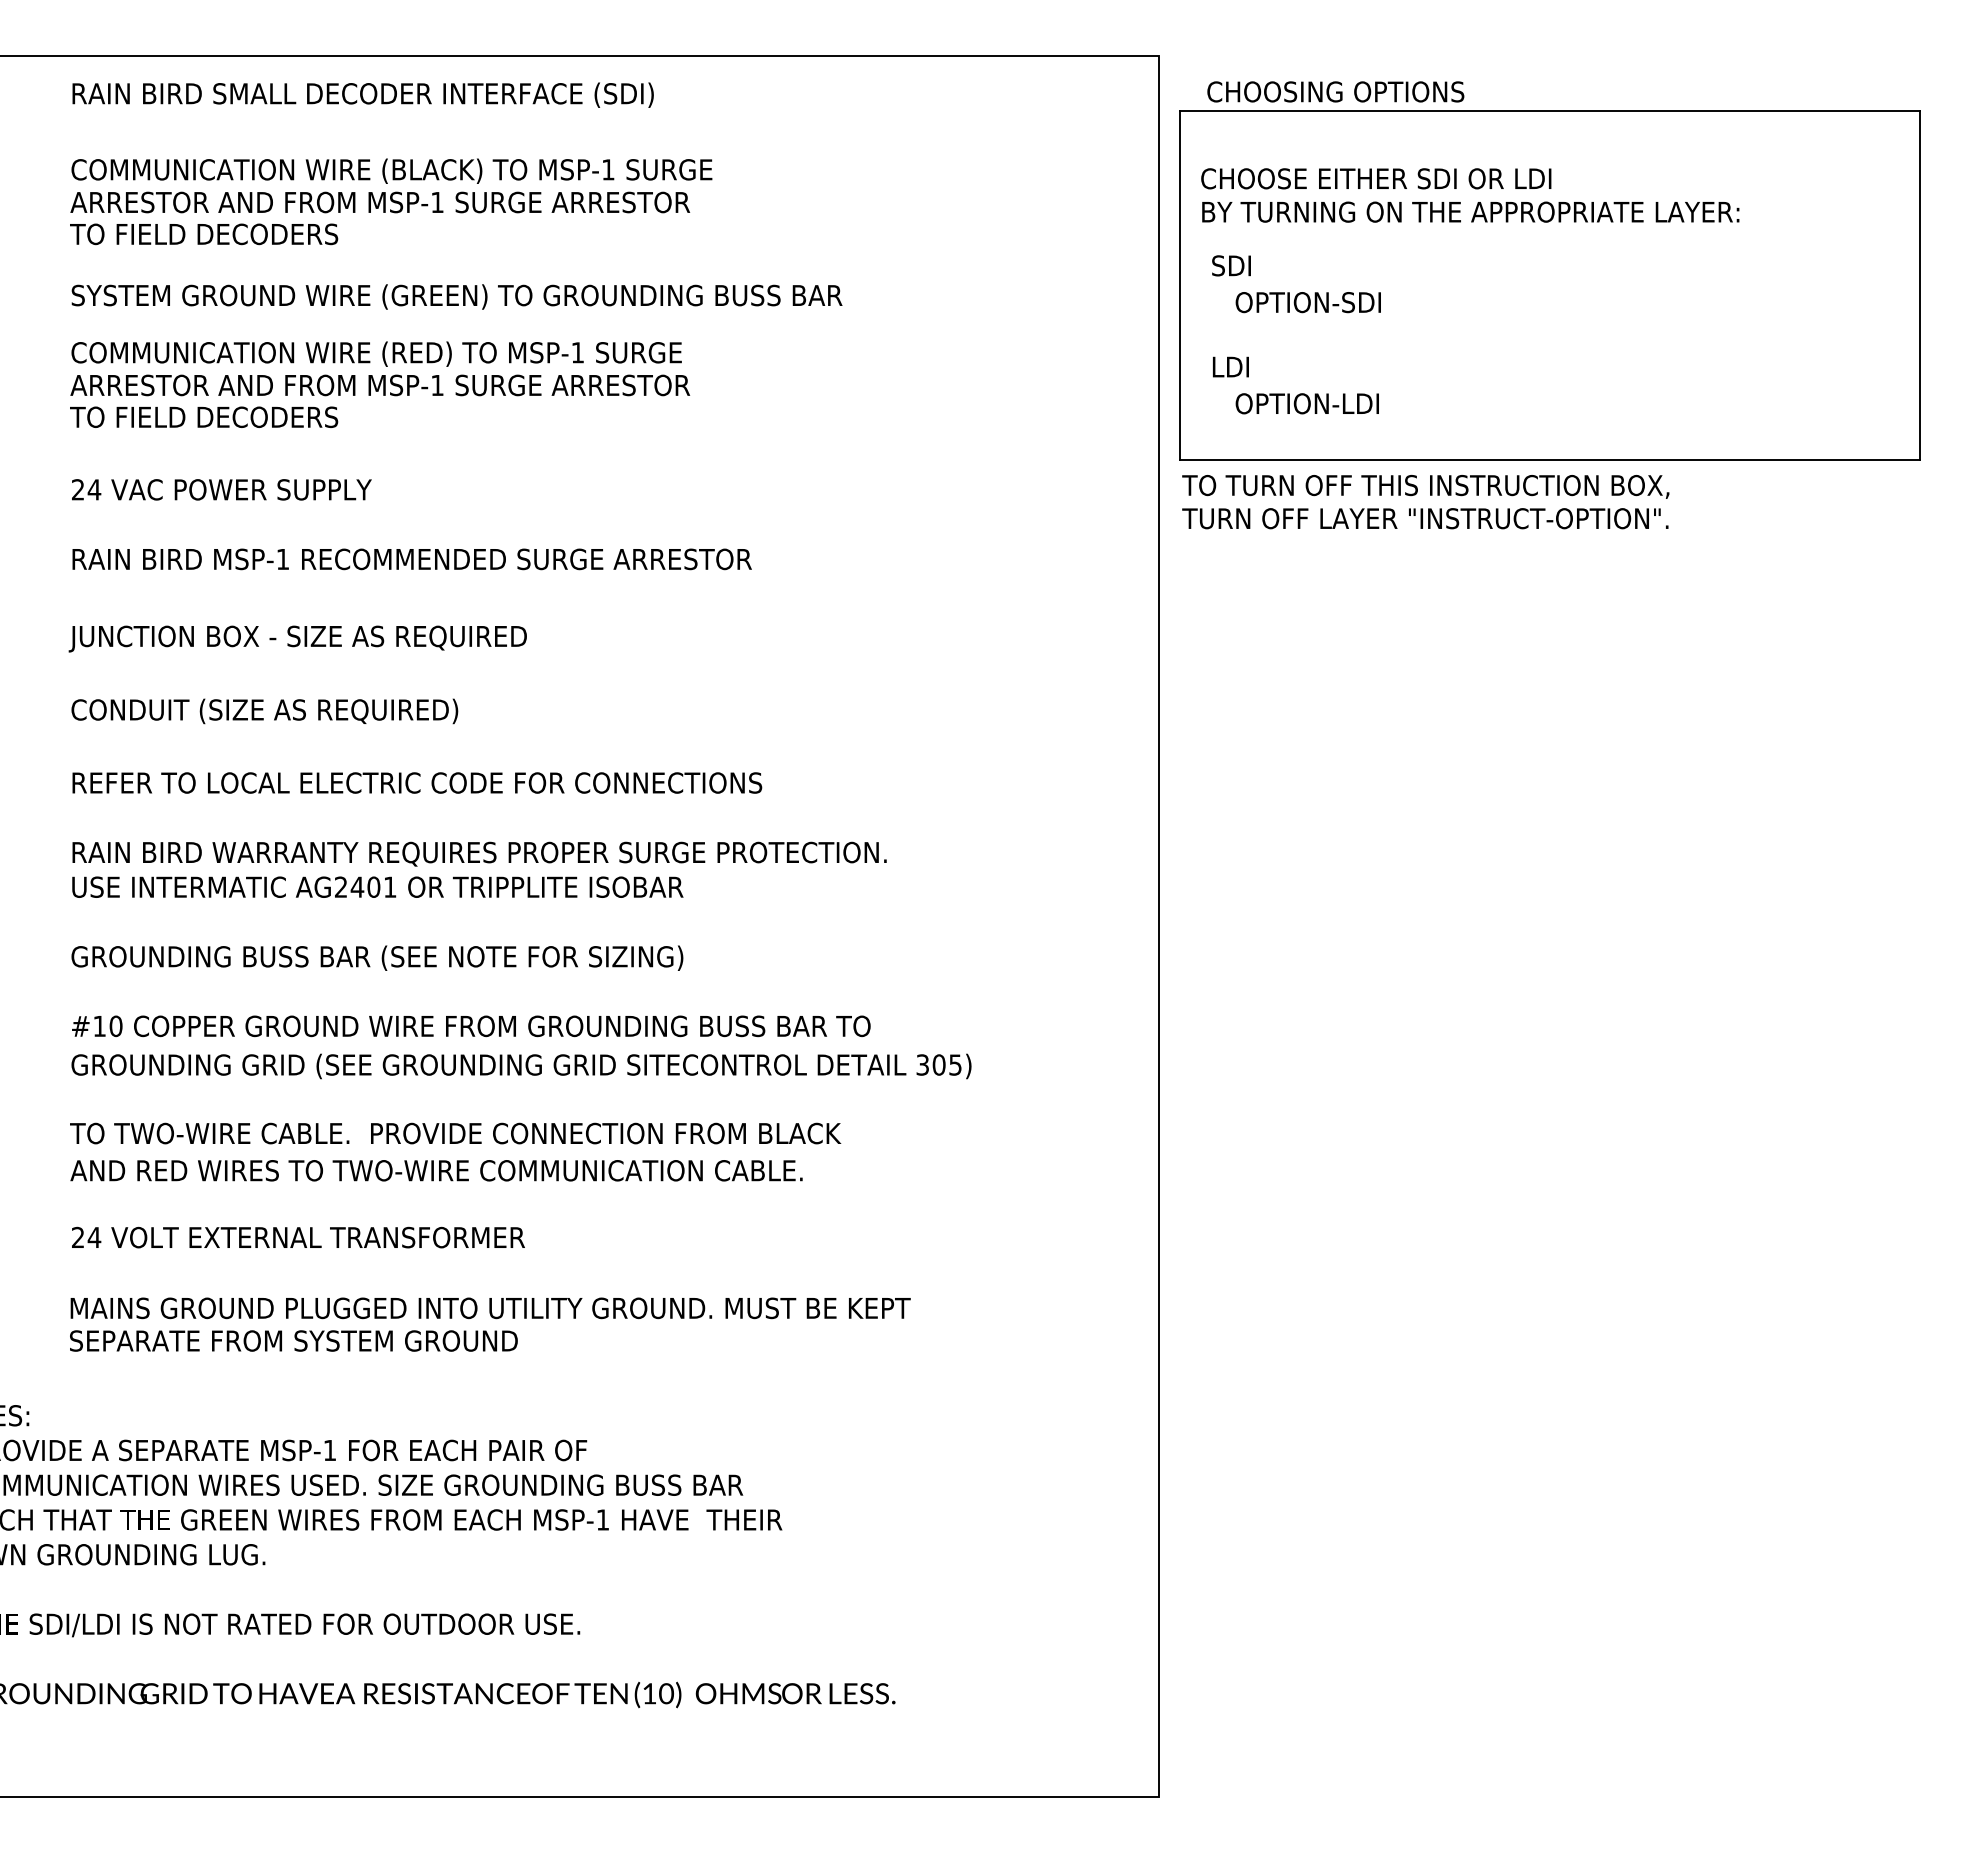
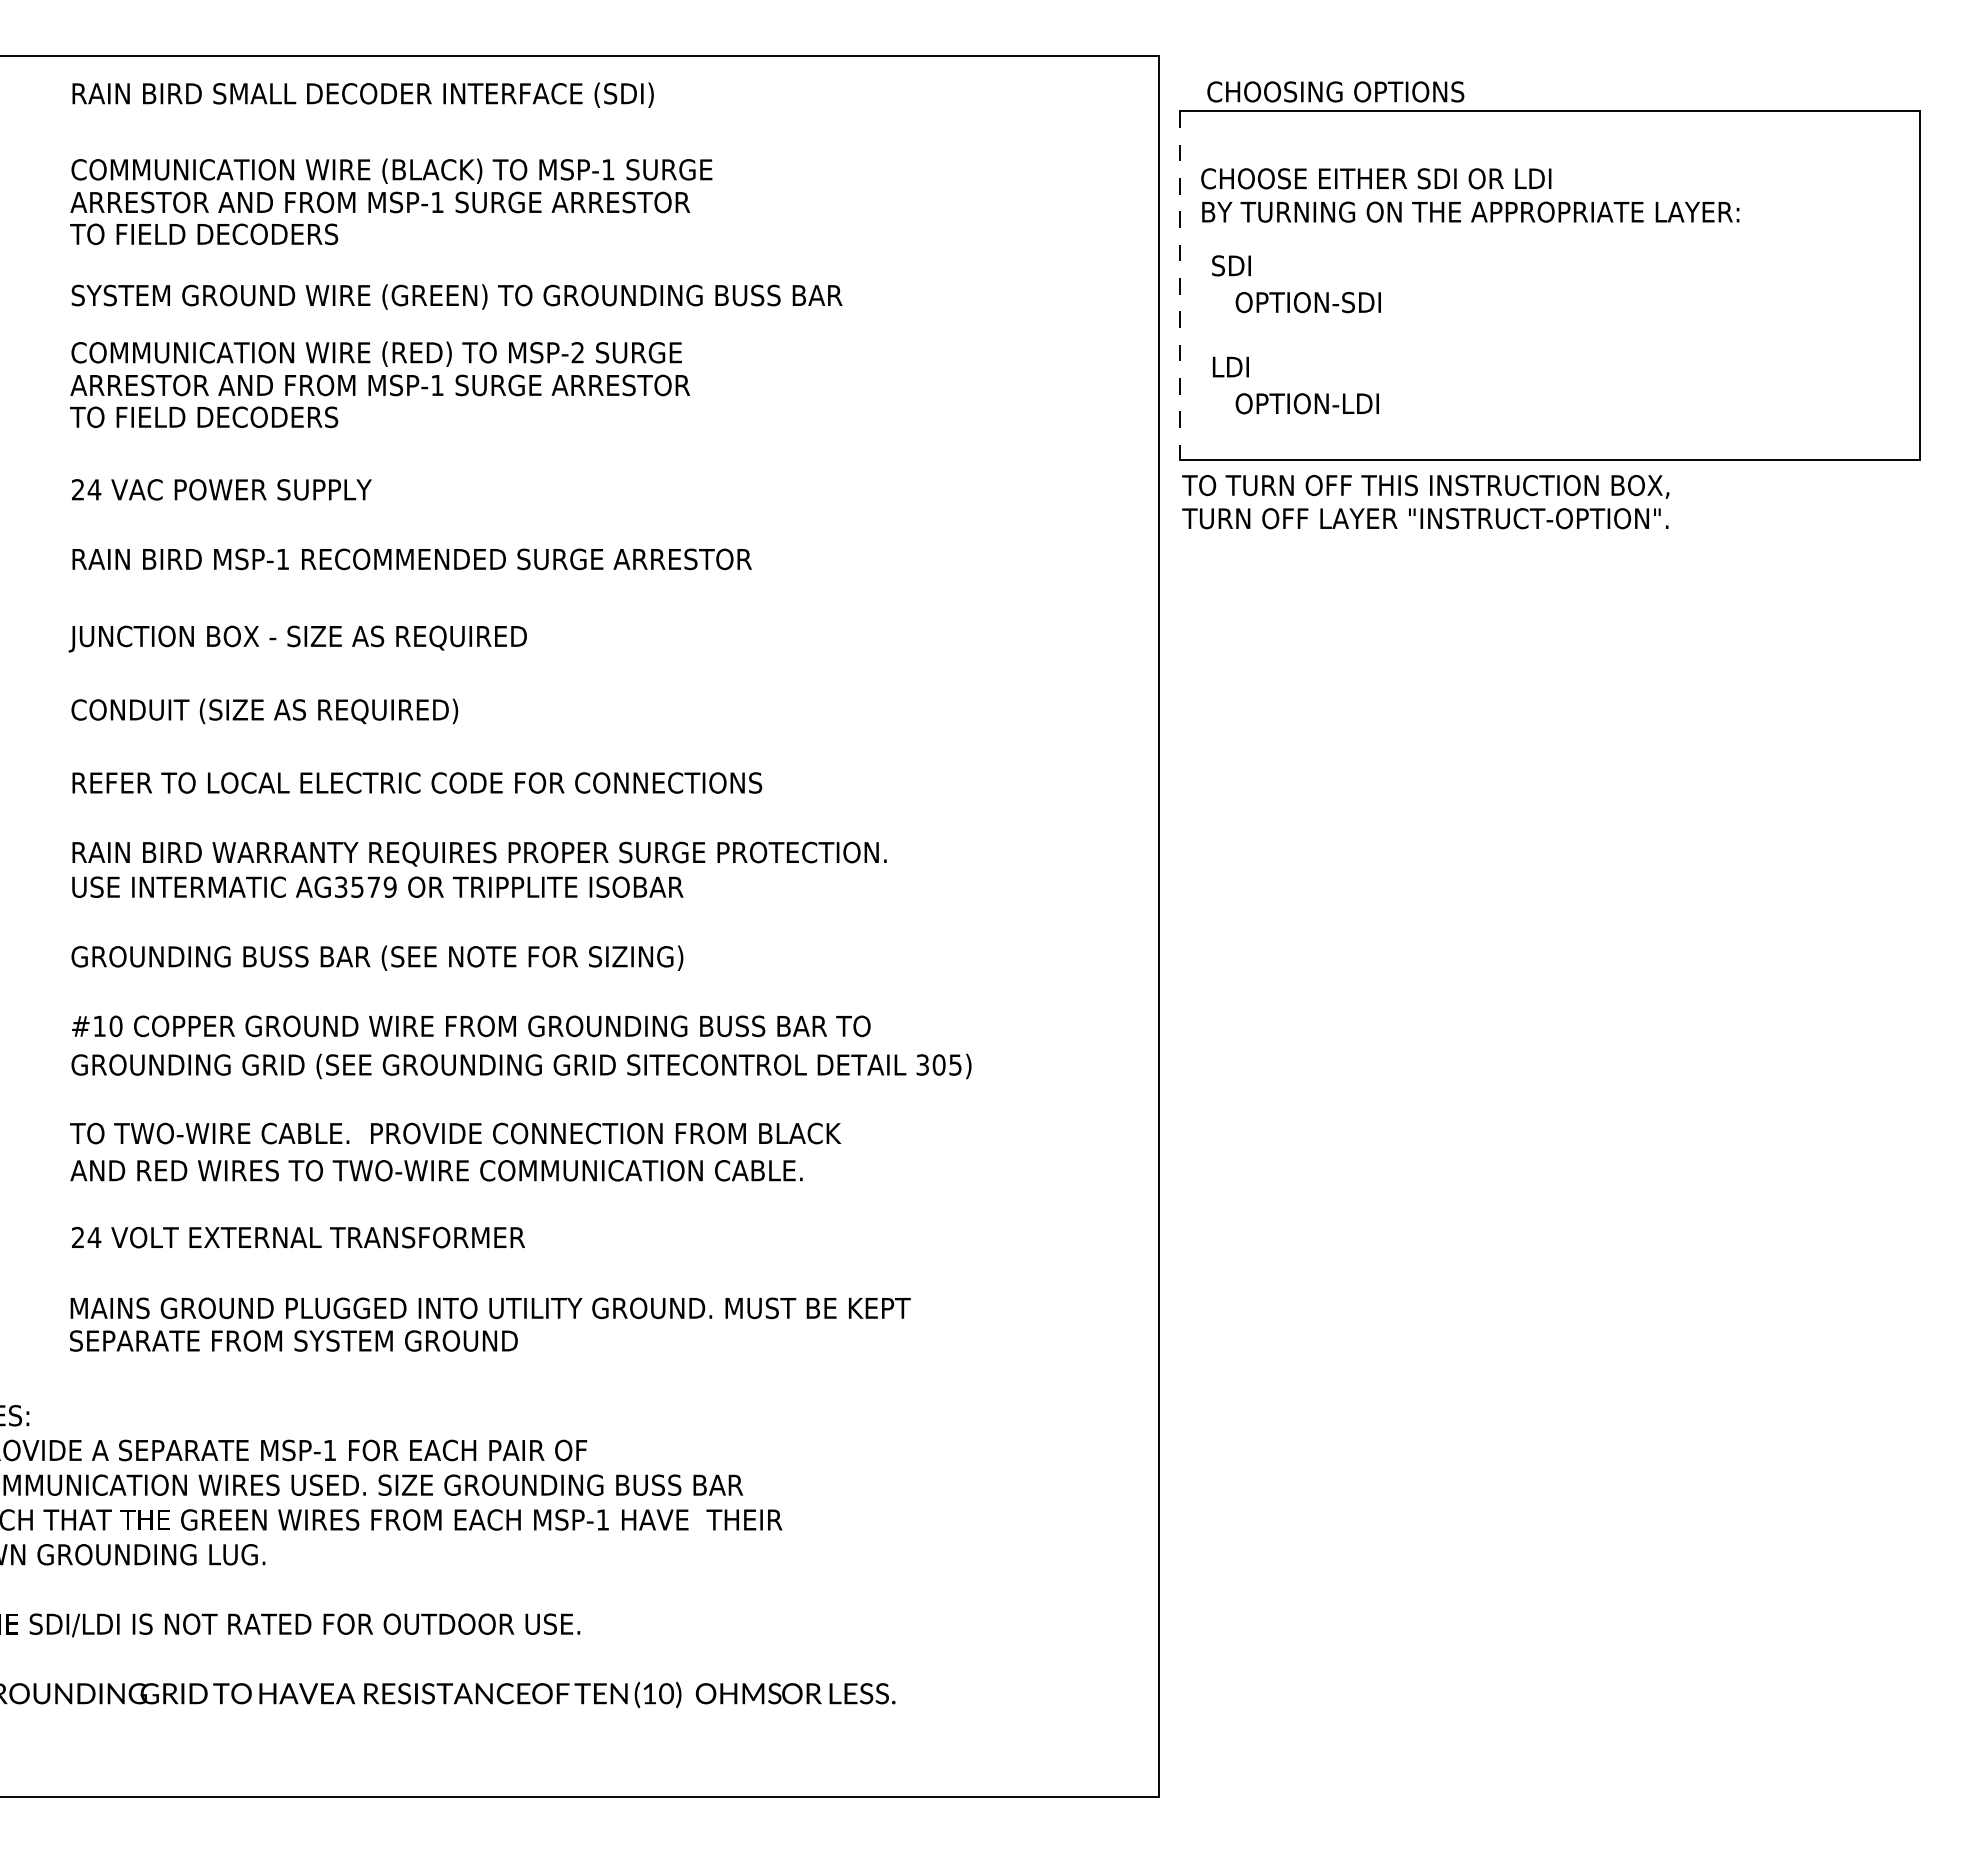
line at (1179, 285): solid -> dashed
text at (577, 352): MSP-1 -> MSP-2
text at (365, 886): AG2401 -> AG3579
